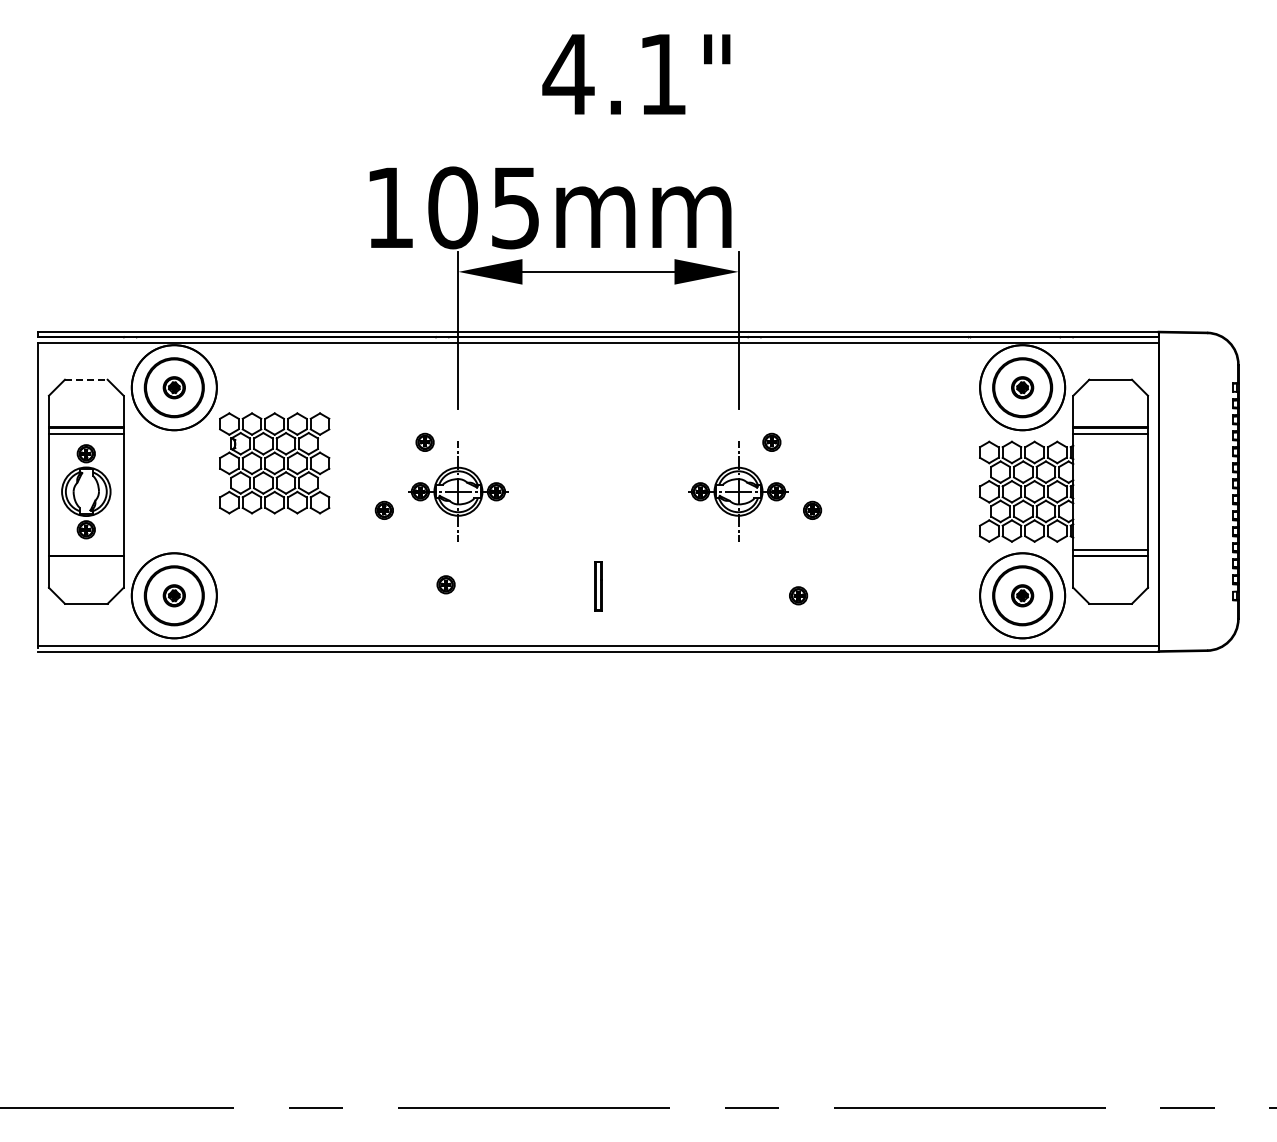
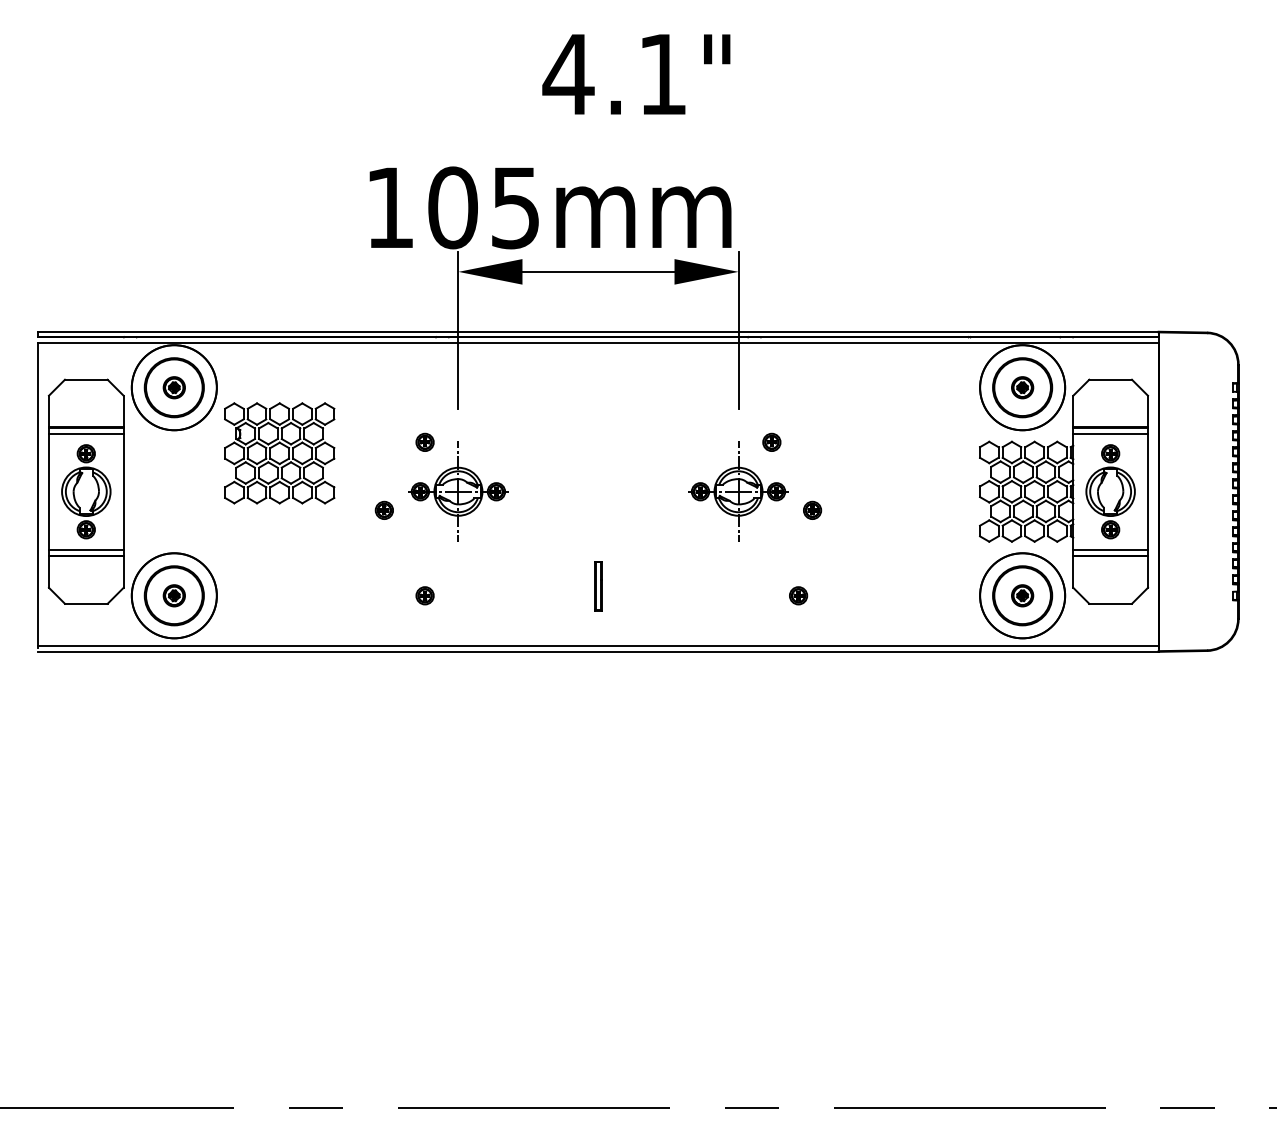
line at (86, 379): dashed -> solid
part at (274, 463) position: (274, 463) -> (279, 453)
part at (1110, 491): none -> present
line at (85, 549): none -> present
part at (445, 584) position: (445, 584) -> (424, 595)
